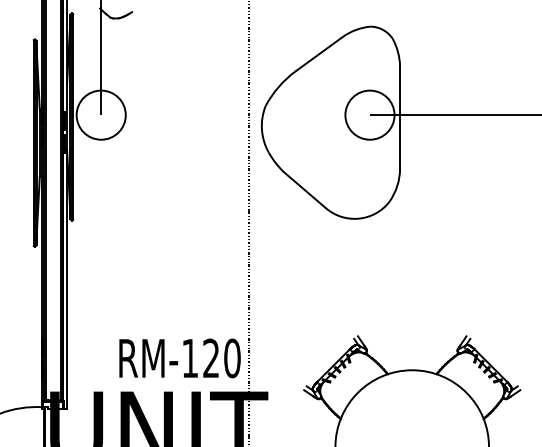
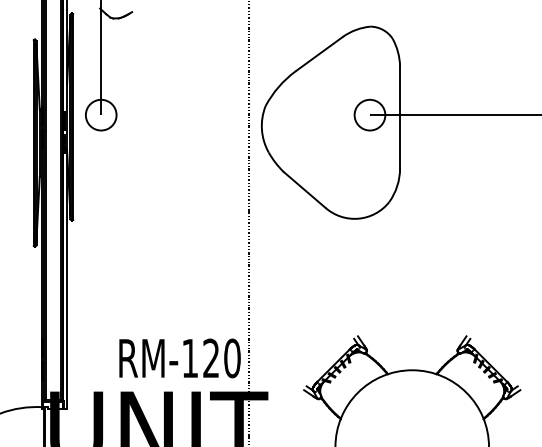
circle at (100, 114) diameter: 49 px -> 31 px
circle at (369, 114) diameter: 49 px -> 31 px
